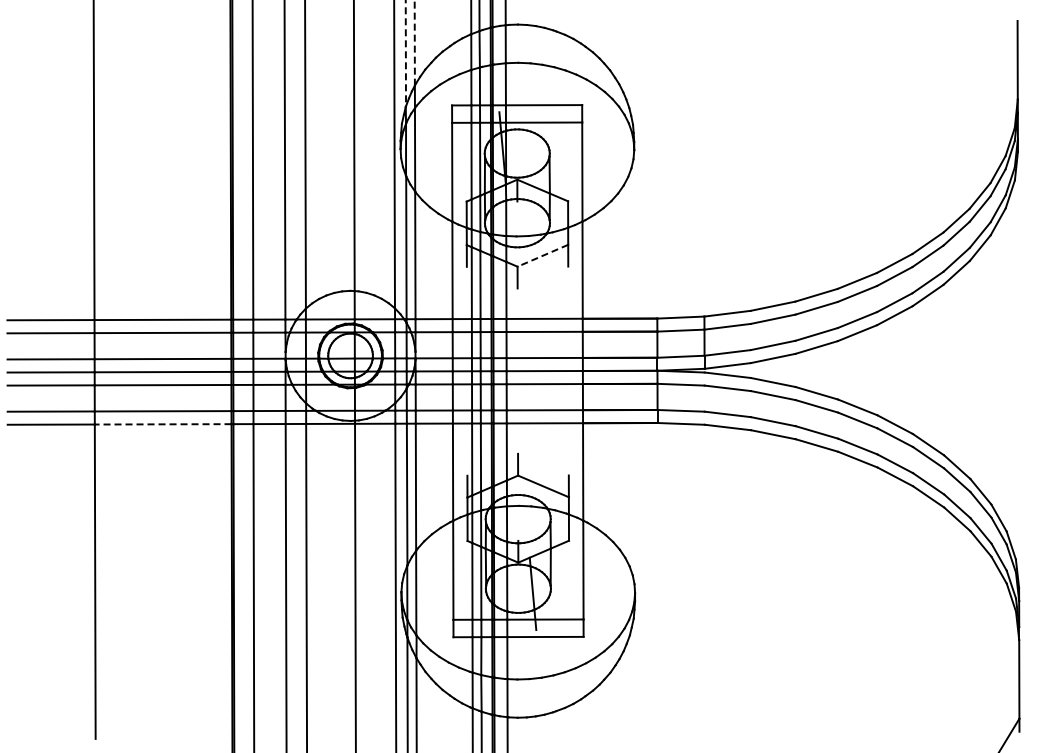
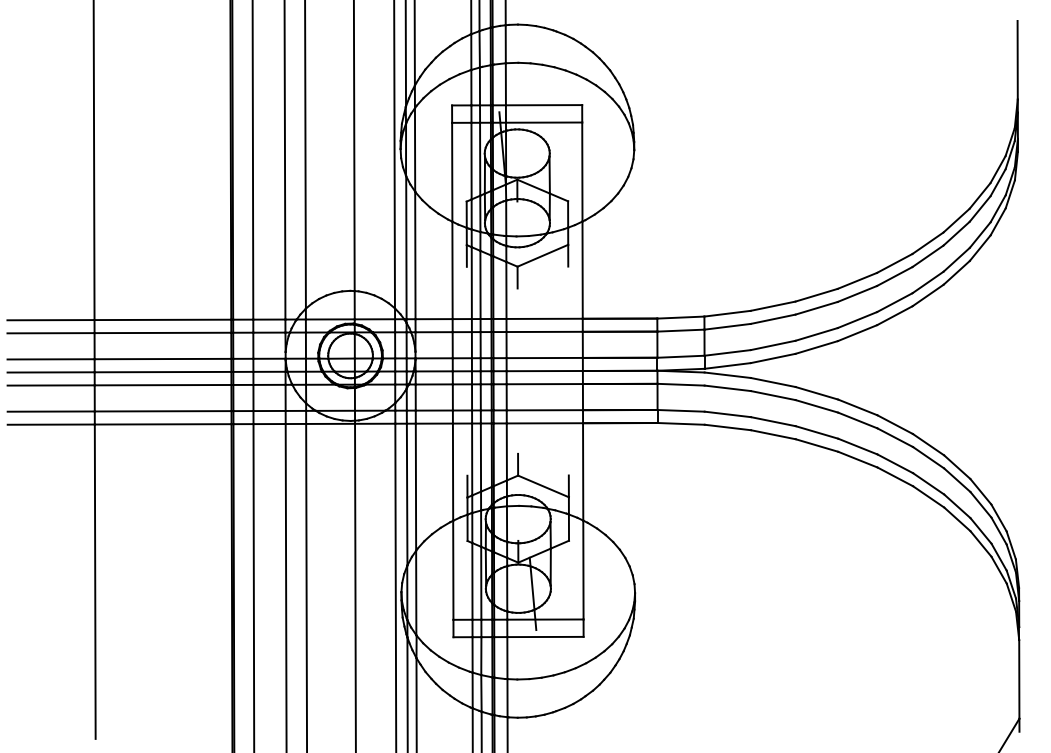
line at (414, 42): dashed -> solid
line at (405, 53): dashed -> solid
line at (542, 255): dashed -> solid
line at (162, 424): dashed -> solid
